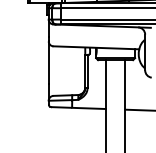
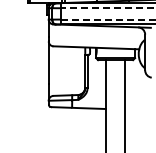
line at (107, 8): solid -> dashed
line at (108, 19): solid -> dashed
line at (138, 109): present -> none
